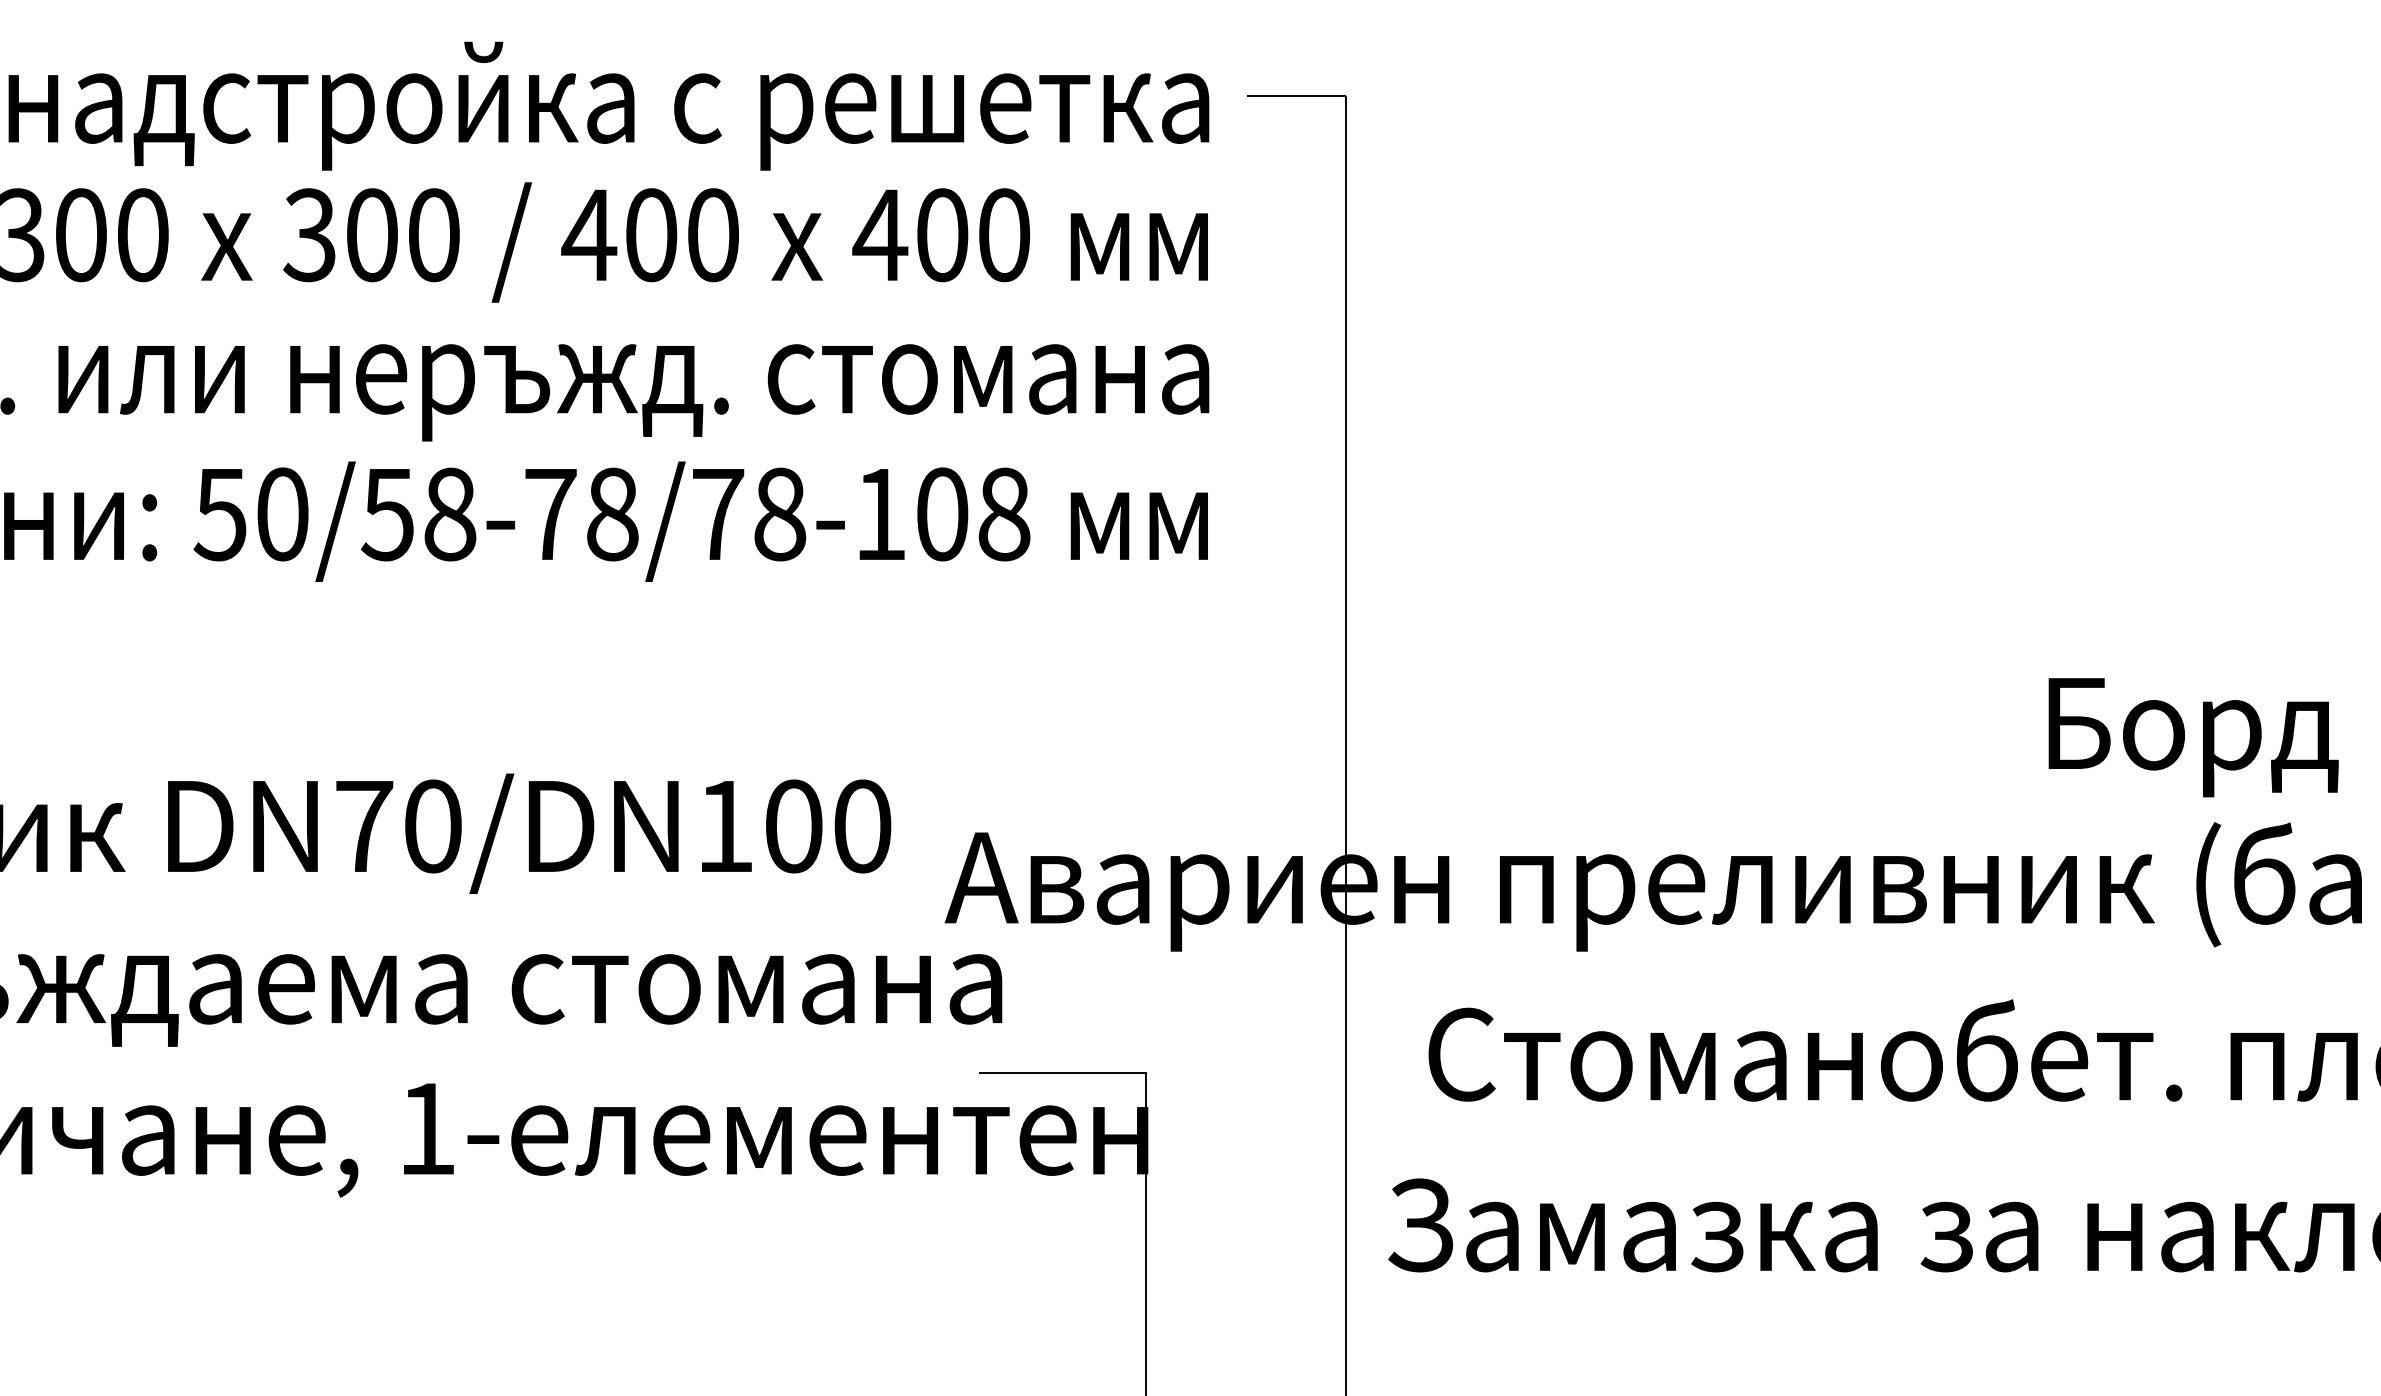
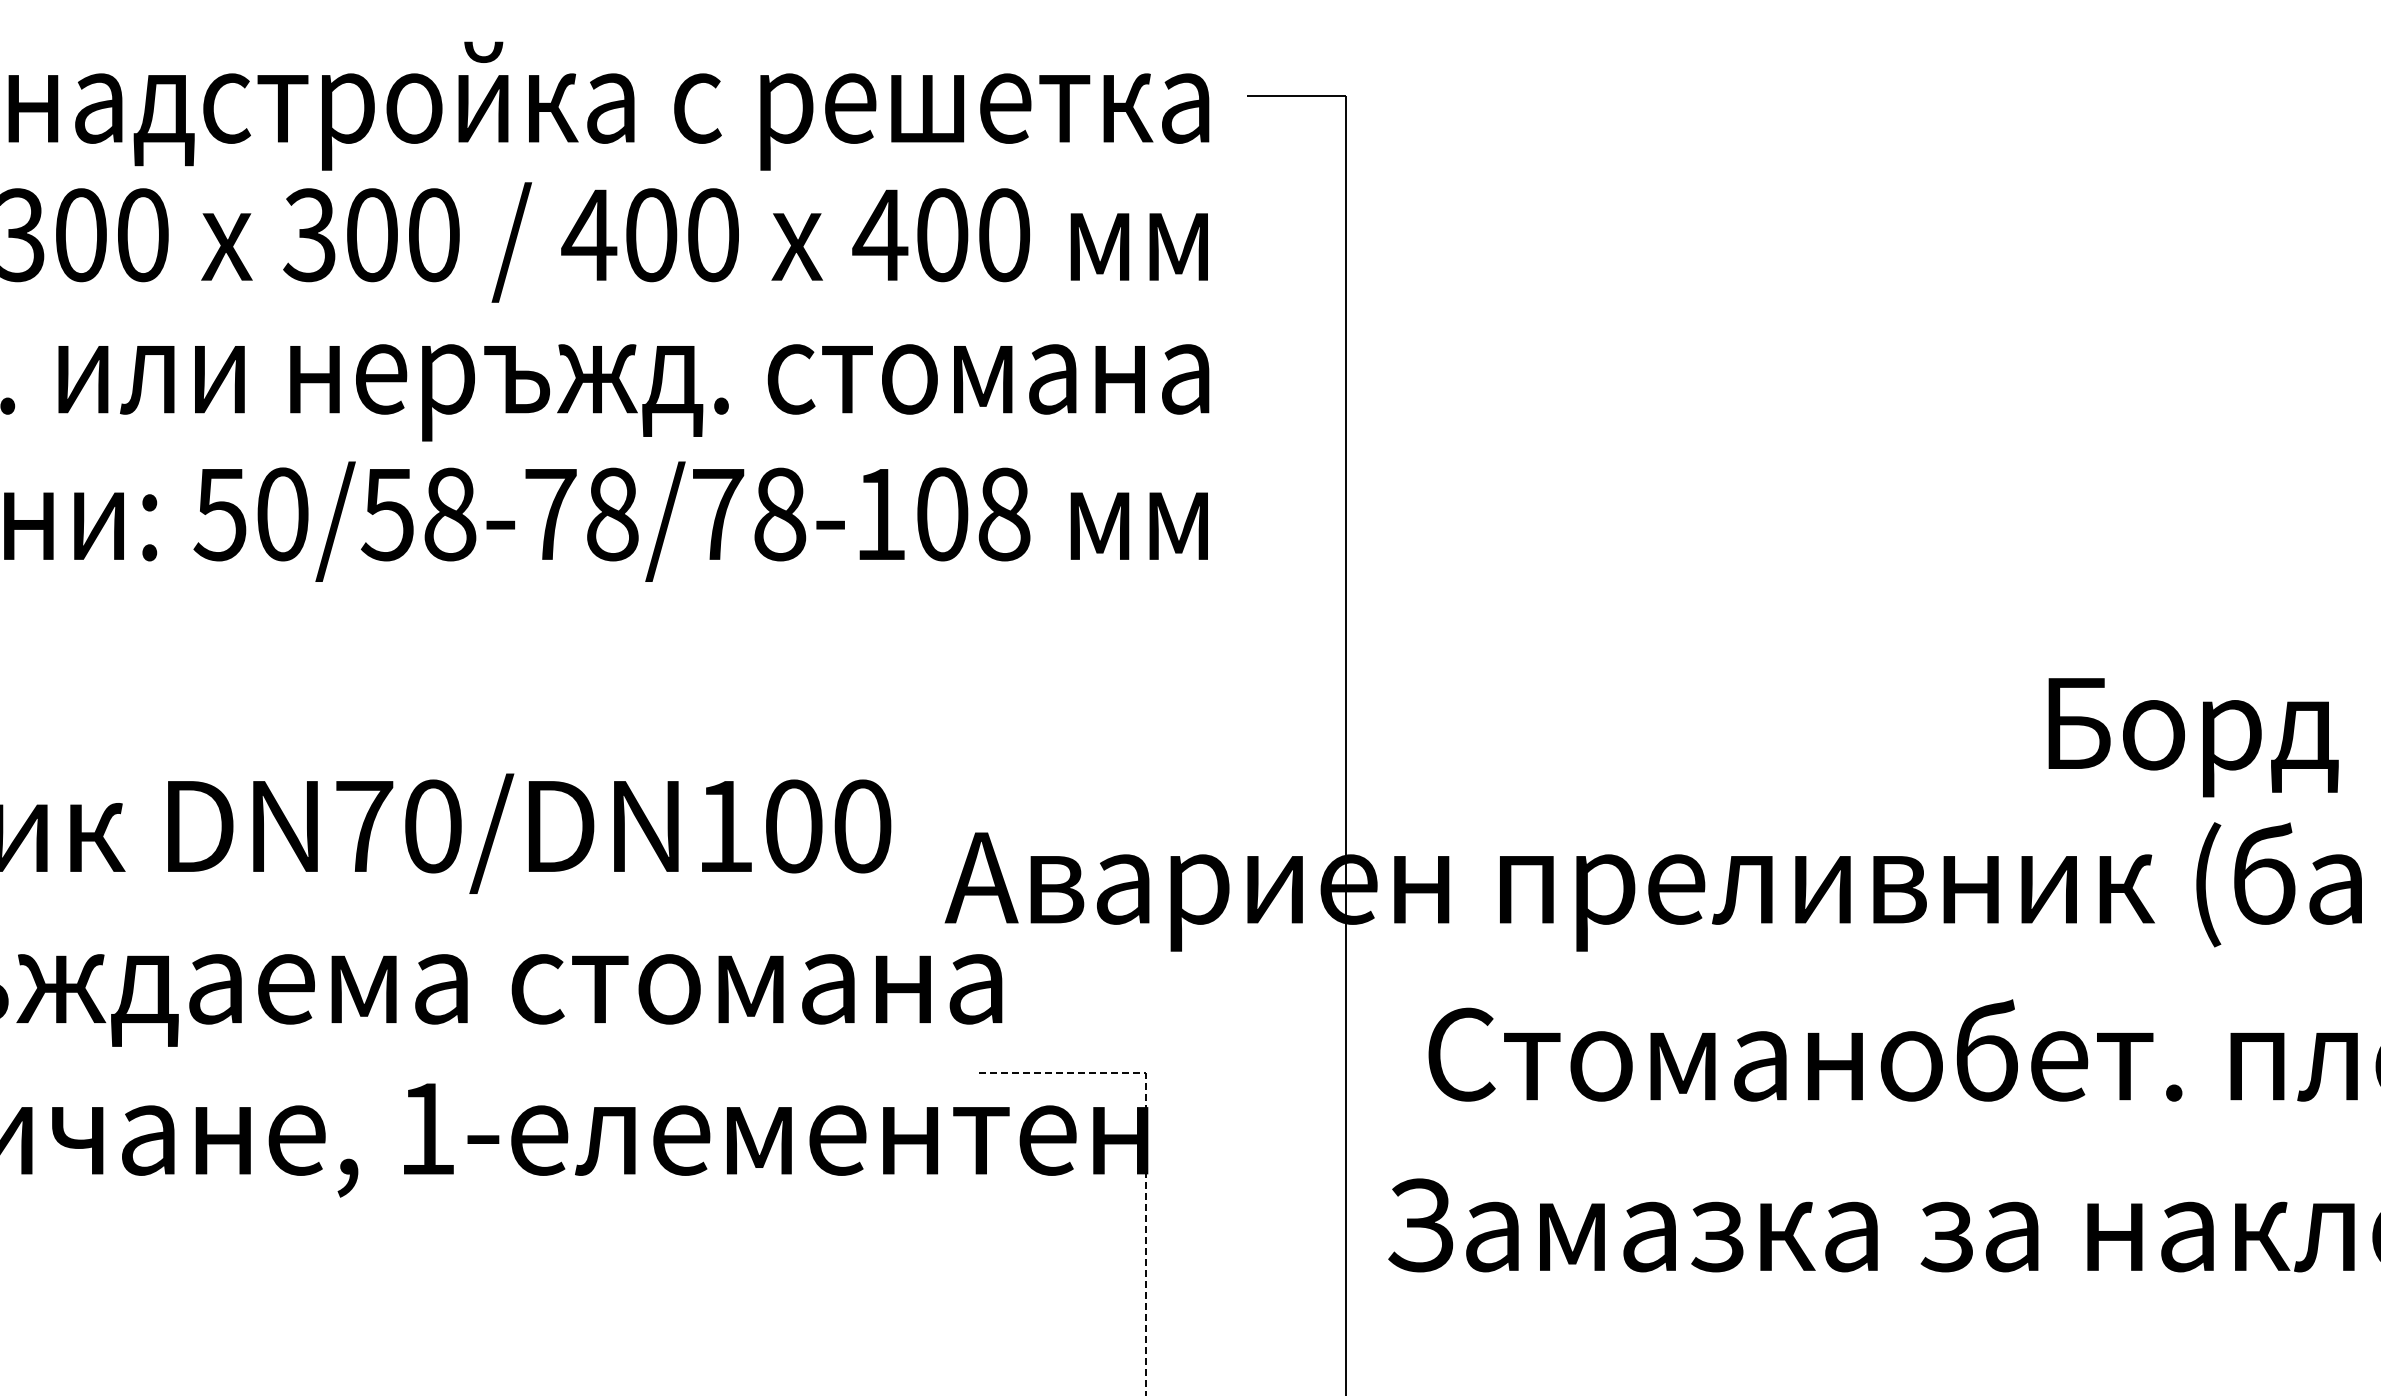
line at (1145, 1150): solid -> dashed
